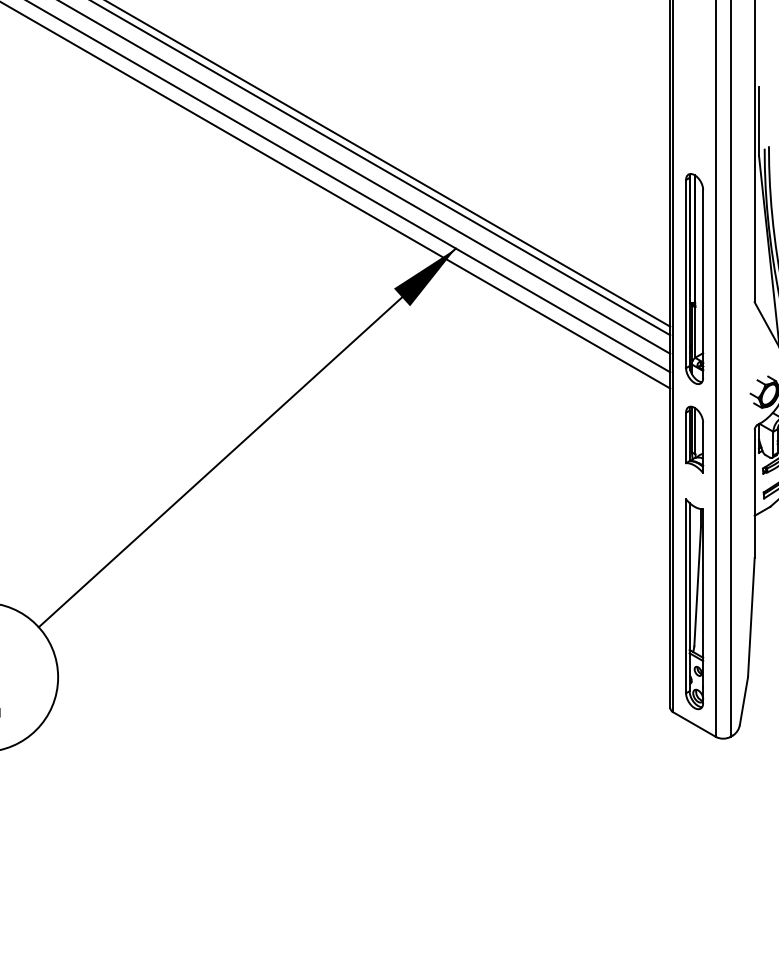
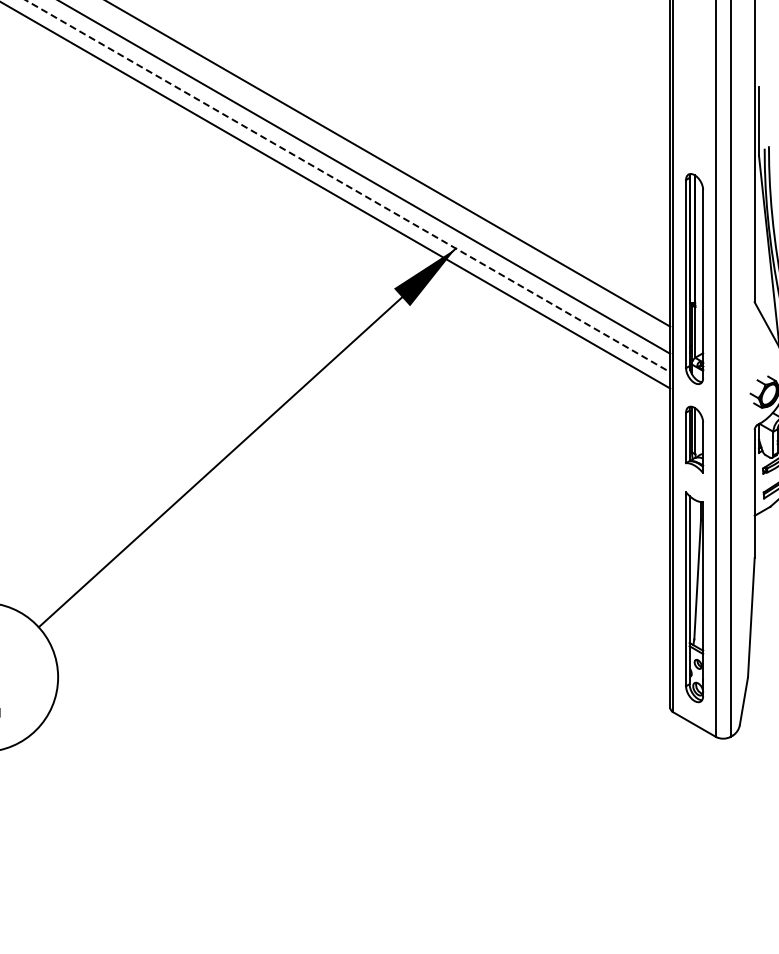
line at (381, 168): present -> none
line at (348, 186): solid -> dashed
part at (694, 604) position: (694, 604) -> (694, 597)
